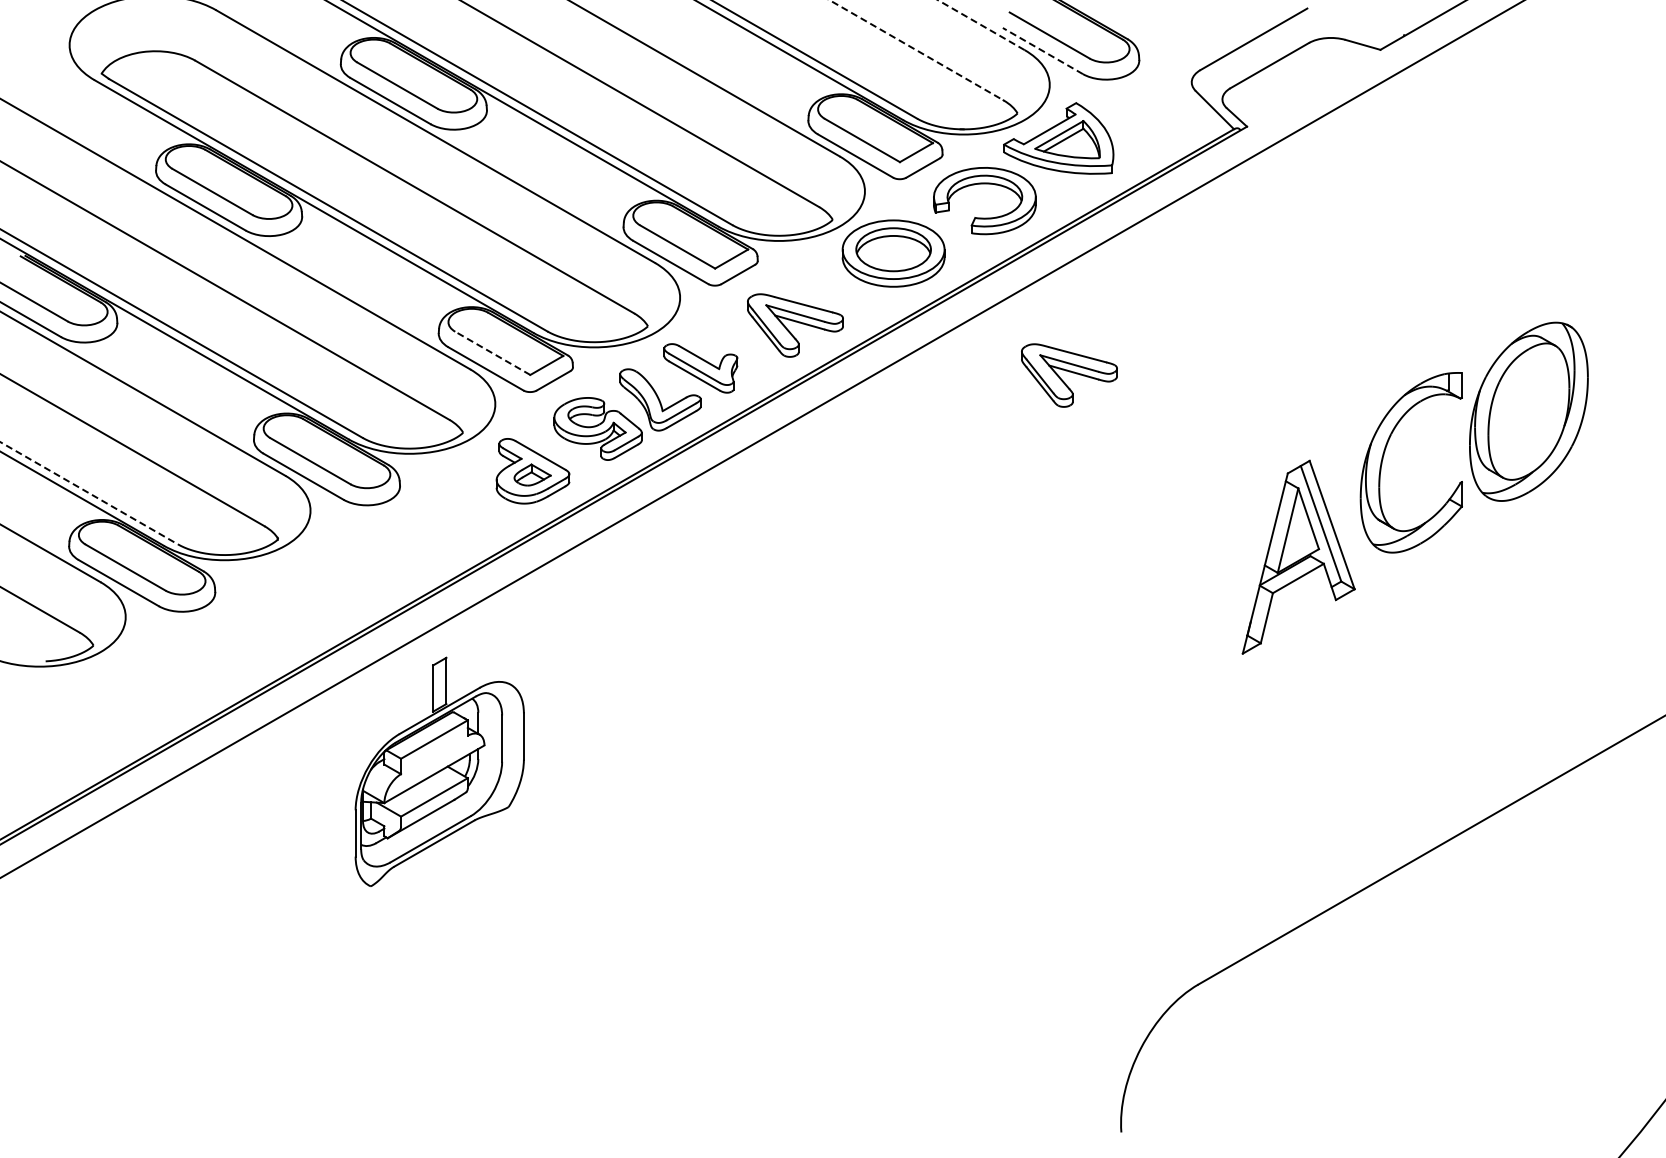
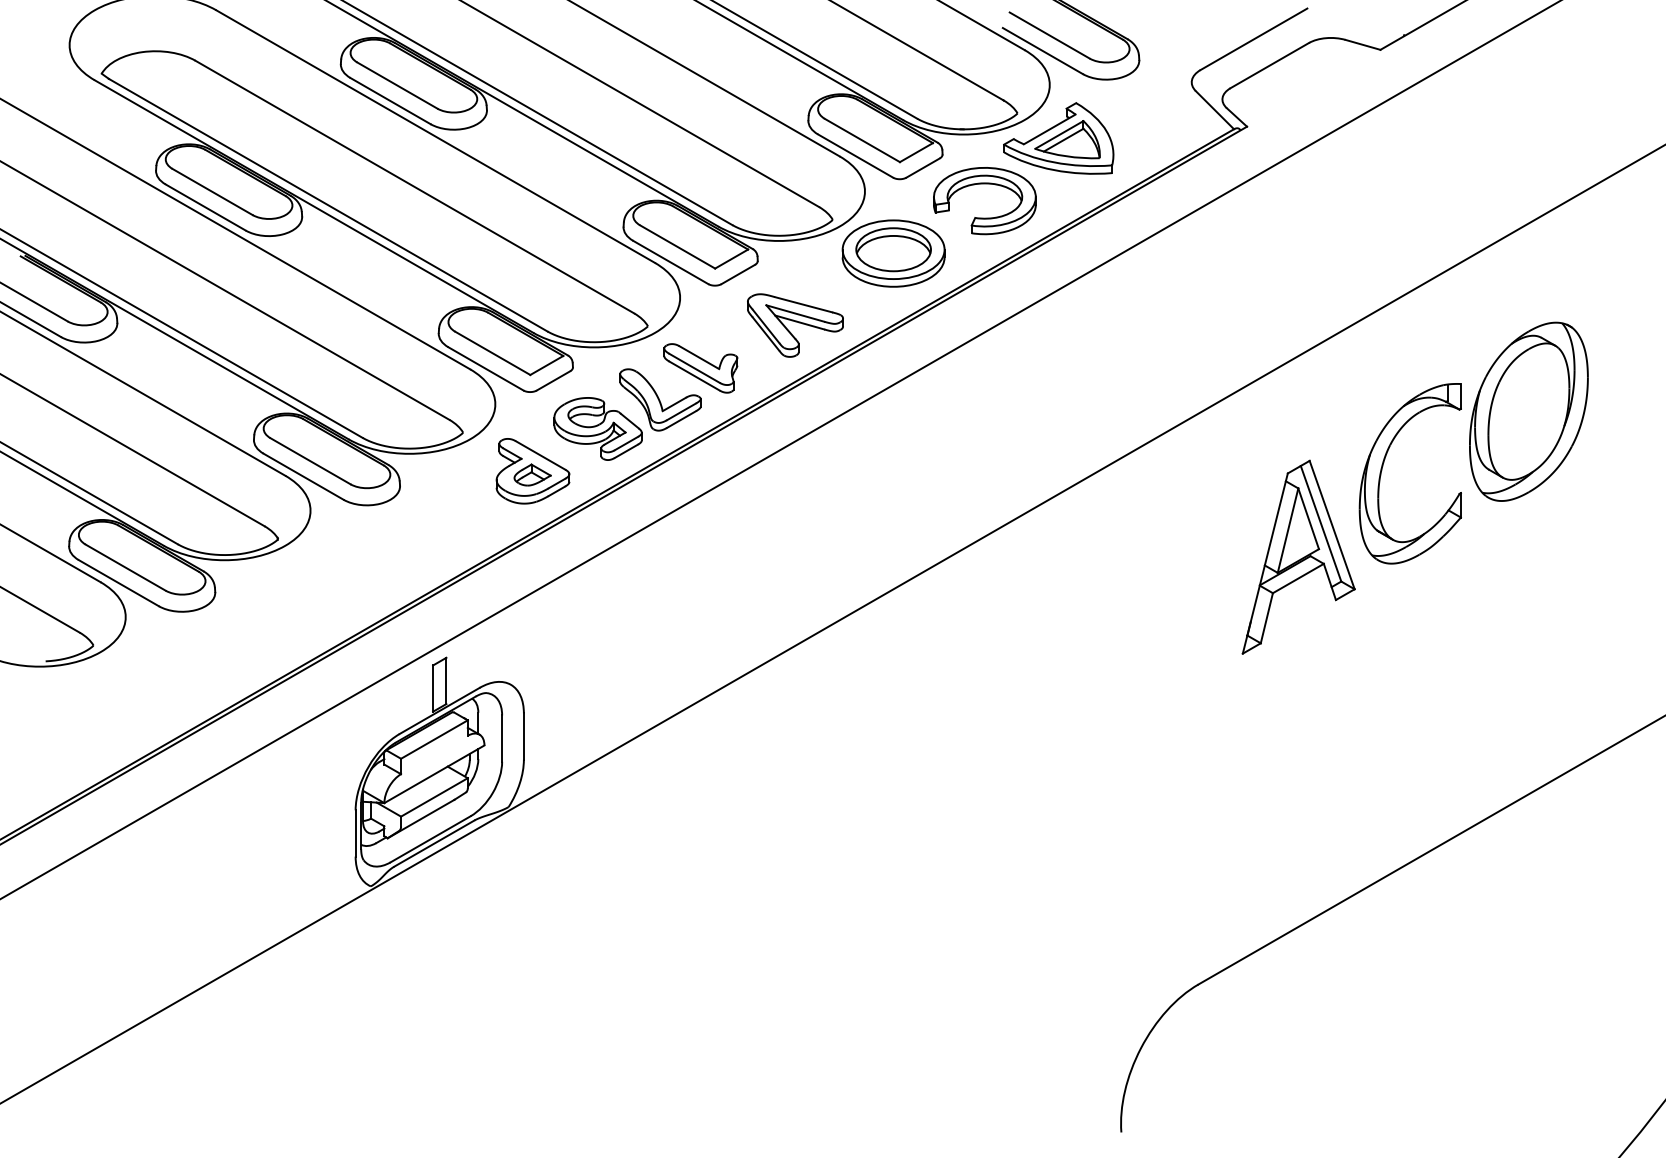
line at (981, 25): dashed -> solid
line at (916, 50): dashed -> solid
line at (1042, 50): dashed -> solid
line at (492, 353): dashed -> solid
part at (1069, 375): present -> none
line at (761, 439) position: (761, 439) -> (780, 449)
part at (1384, 455) position: (1384, 455) -> (1383, 466)
line at (89, 493): dashed -> solid
line at (832, 624): none -> present
